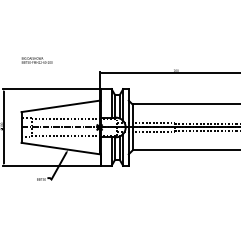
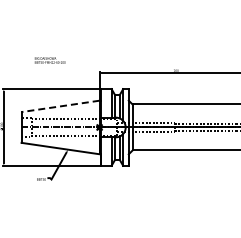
text at (36, 60) position: (36, 60) -> (49, 60)
line at (60, 106): solid -> dashed
